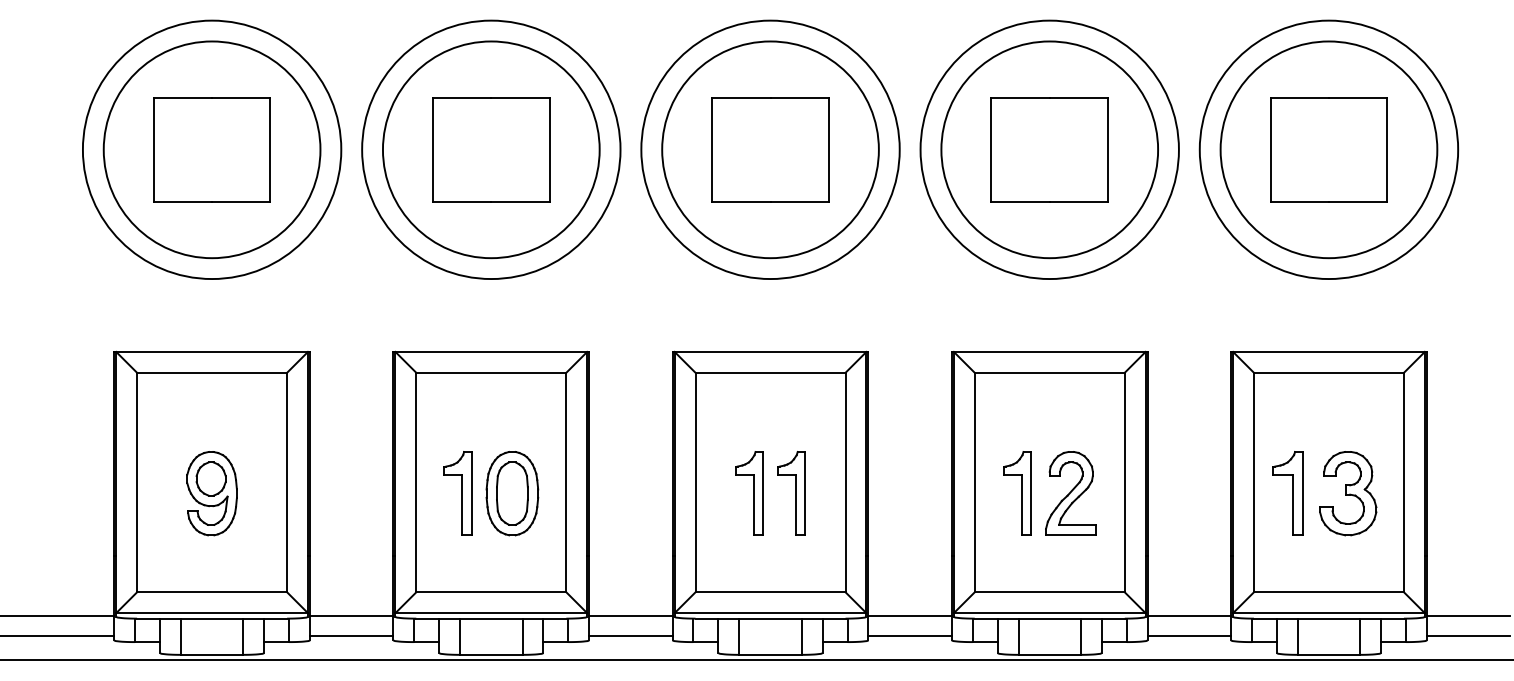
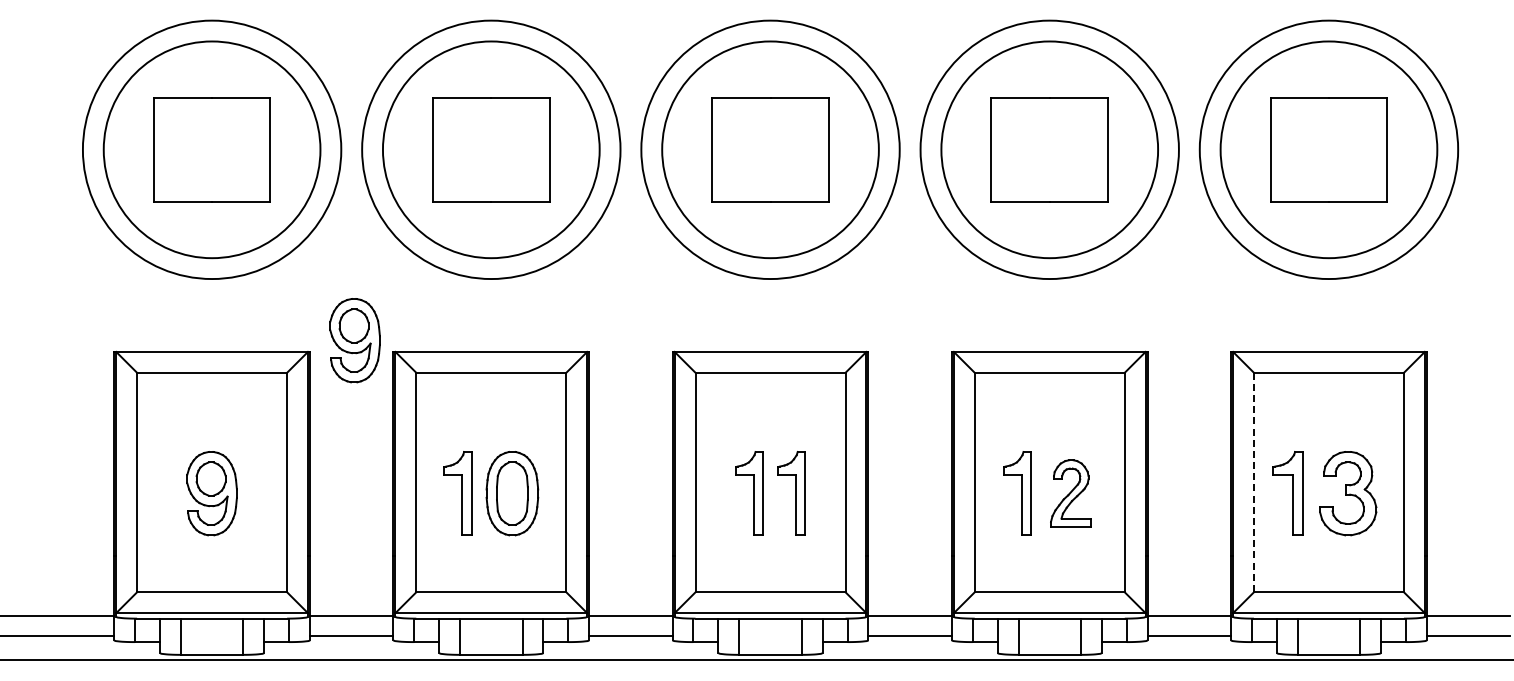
part at (354, 340): none -> present
line at (1253, 482): solid -> dashed
part at (1070, 493) size: 52x85 px -> 42x69 px
